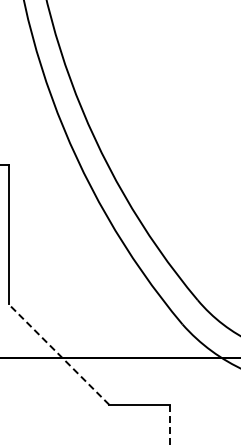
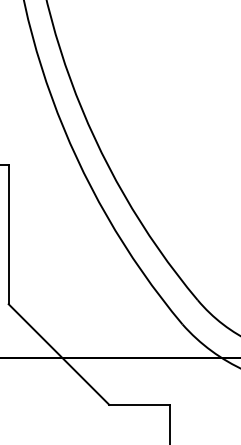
line at (58, 354): dashed -> solid
line at (169, 424): dashed -> solid
